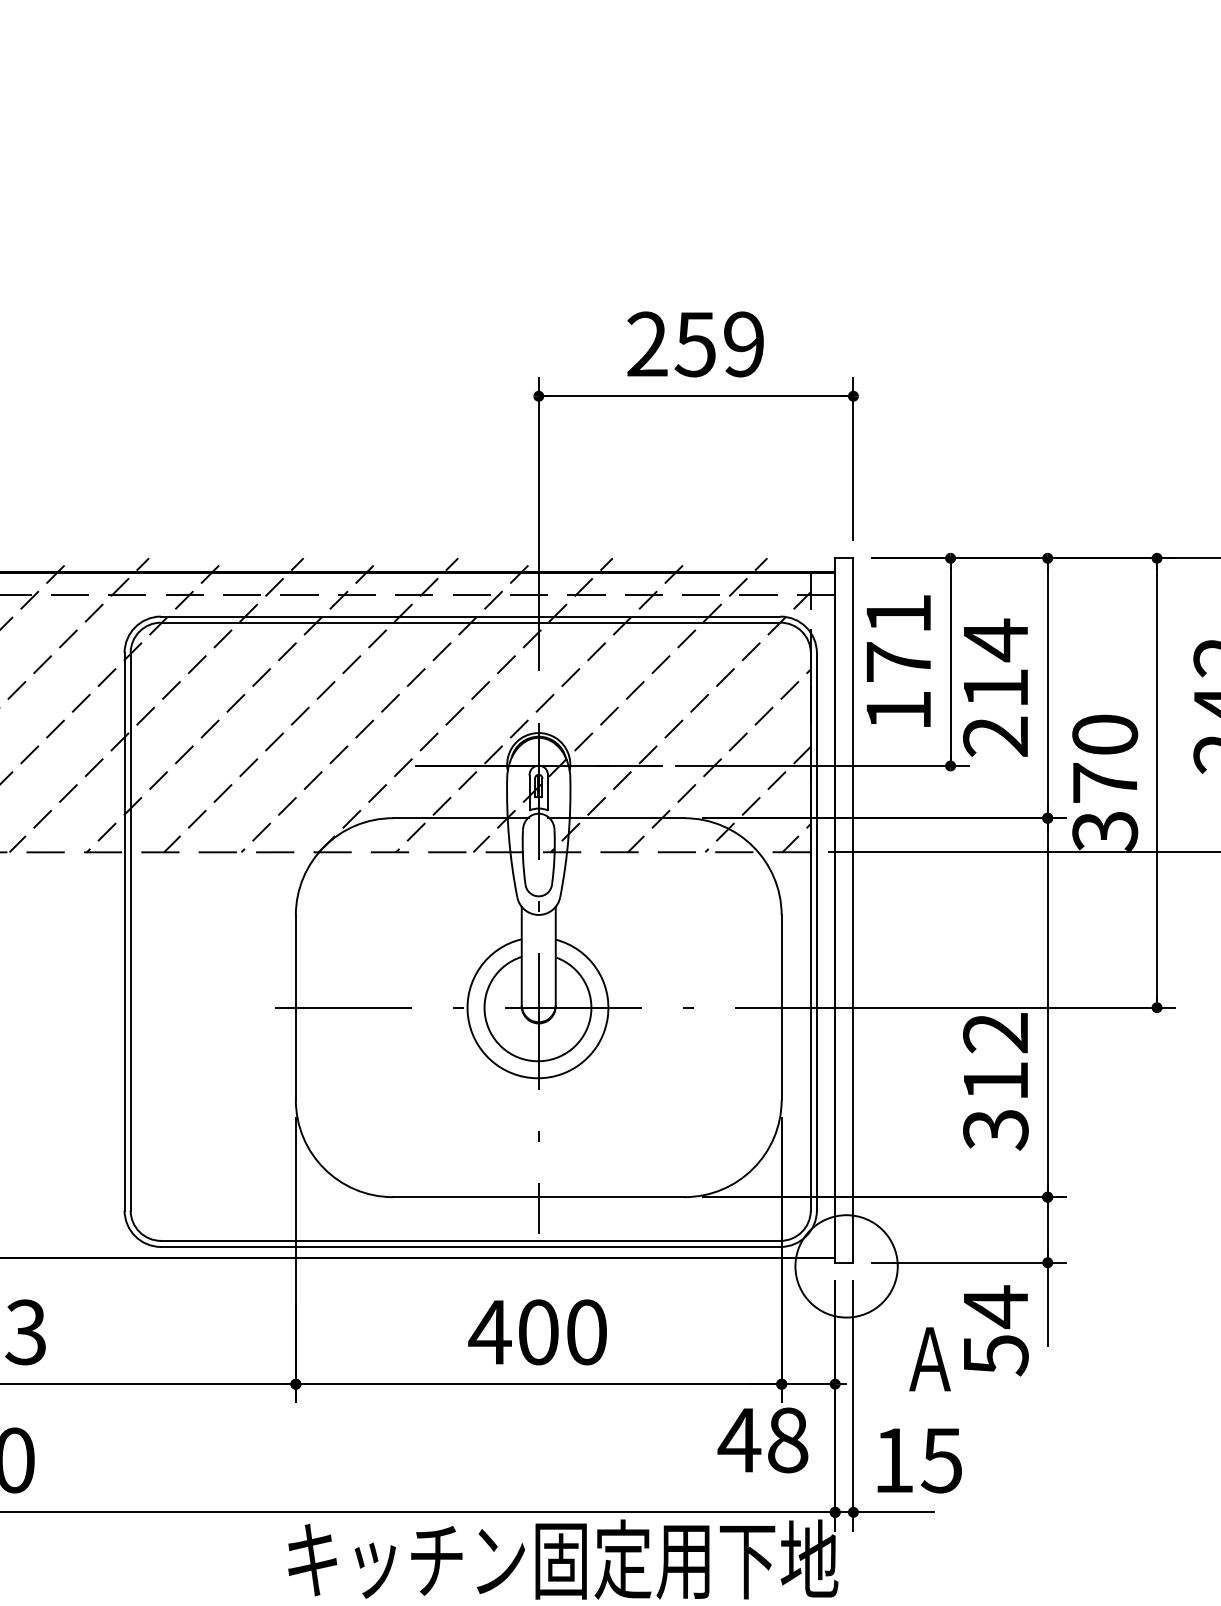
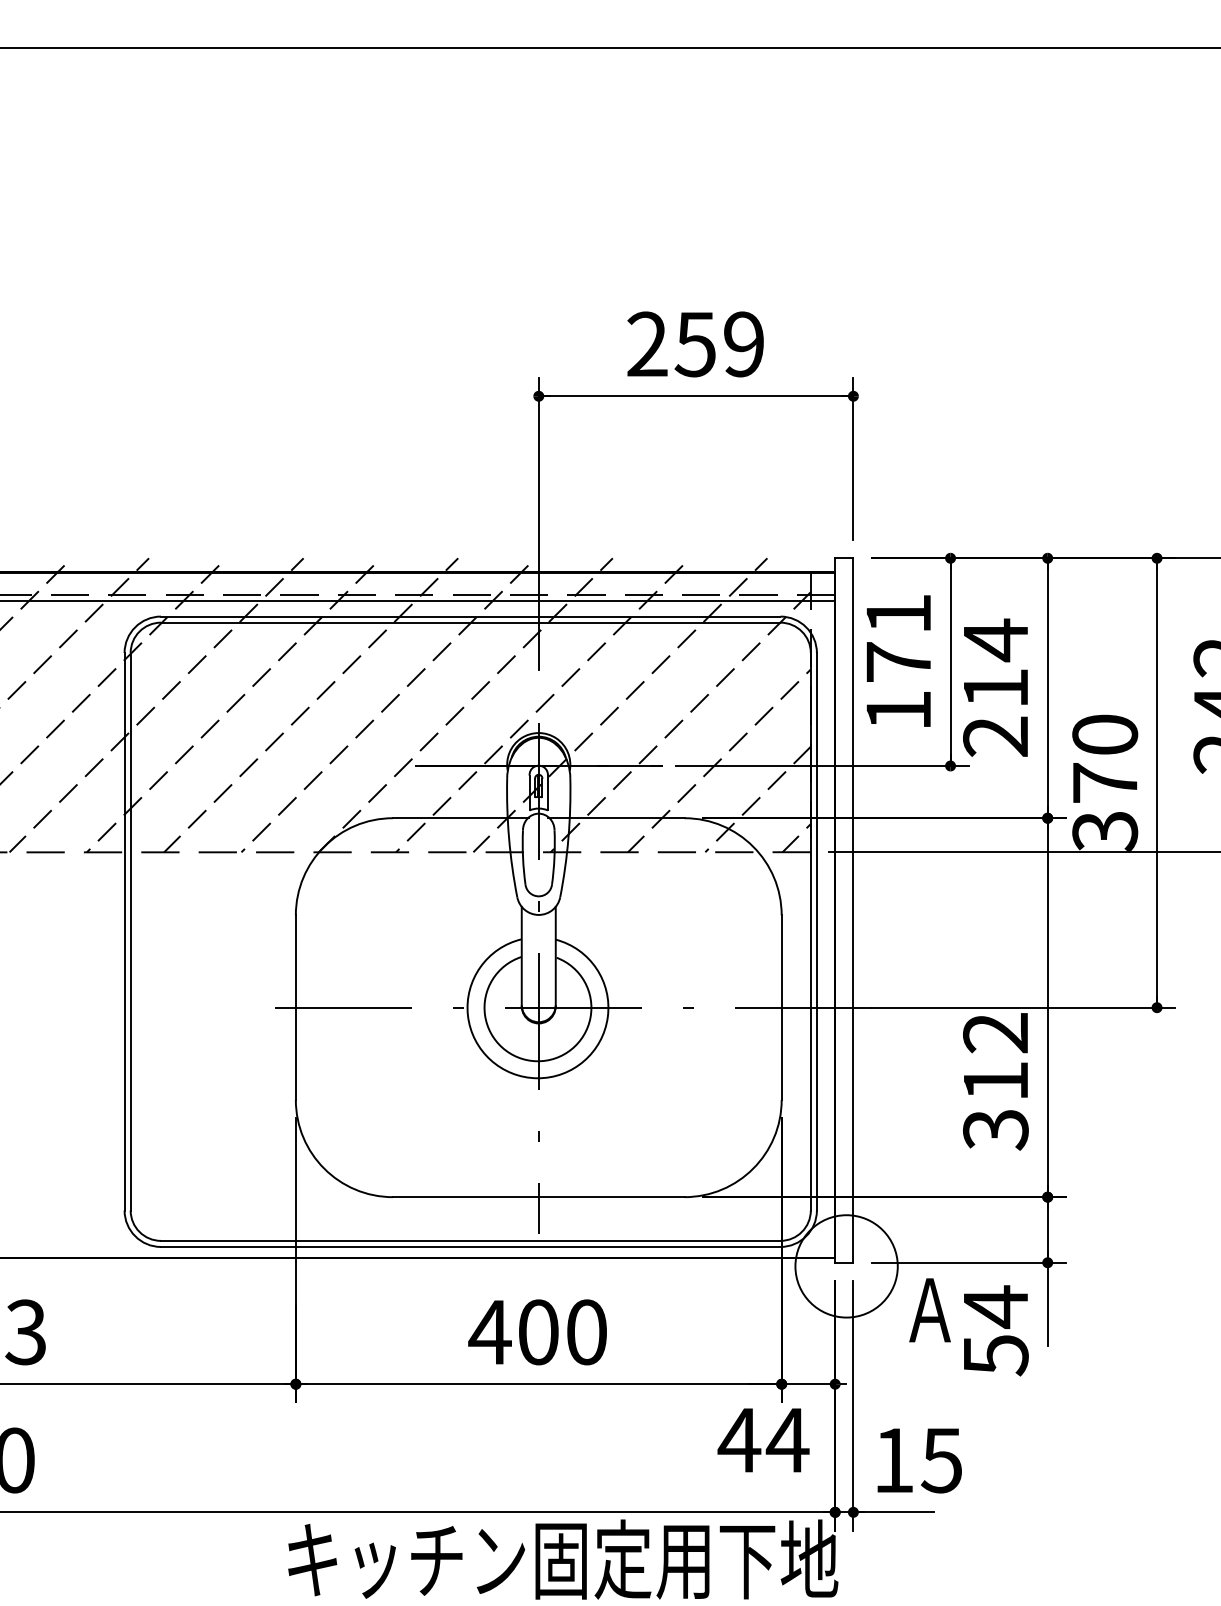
line at (609, 48): none -> present
line at (418, 600): none -> present
text at (929, 1359) position: (929, 1359) -> (929, 1310)
text at (787, 1440): 48 -> 44
